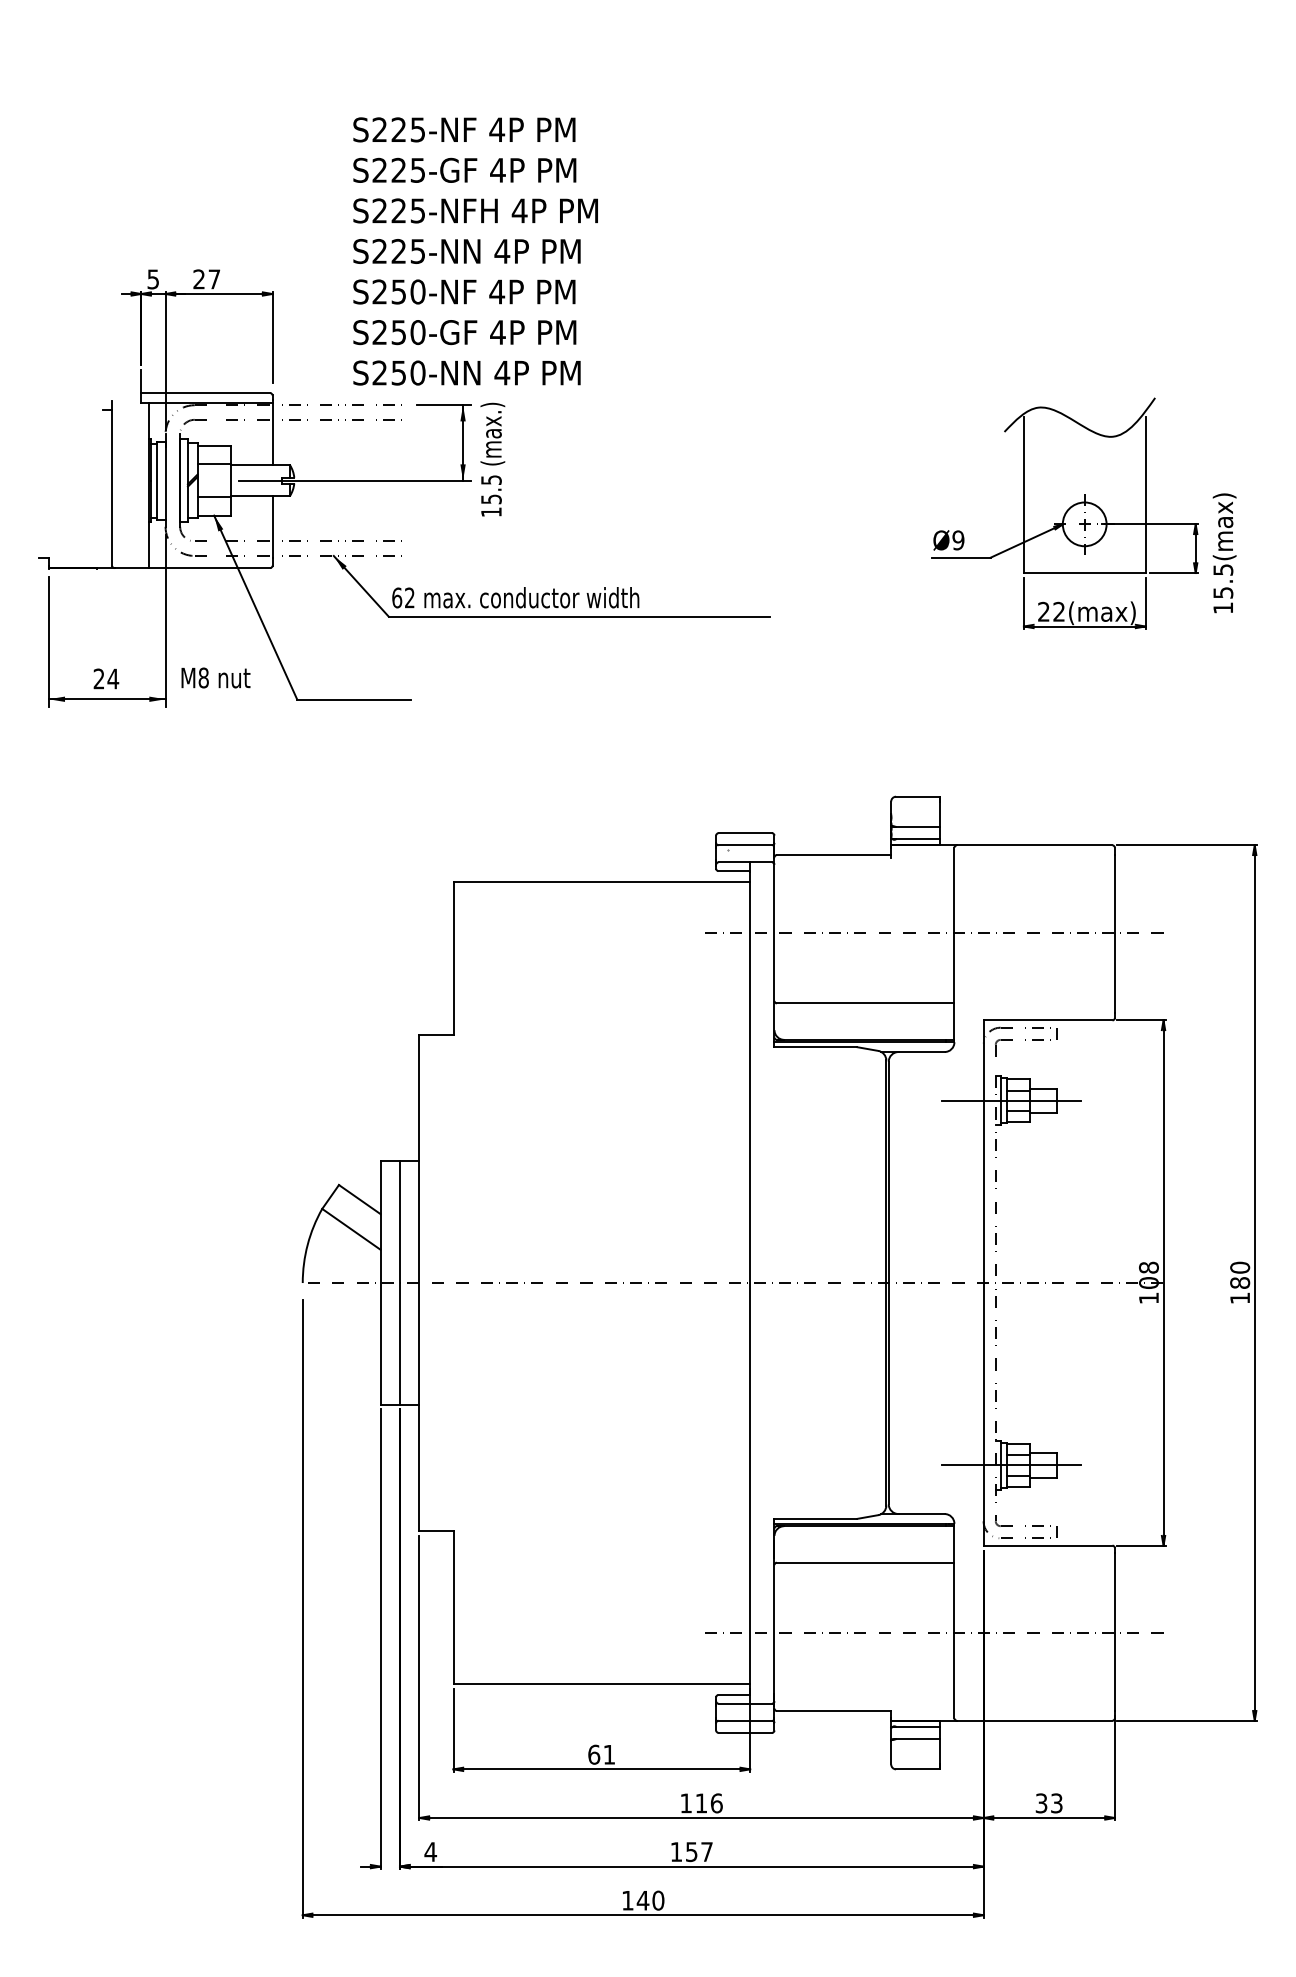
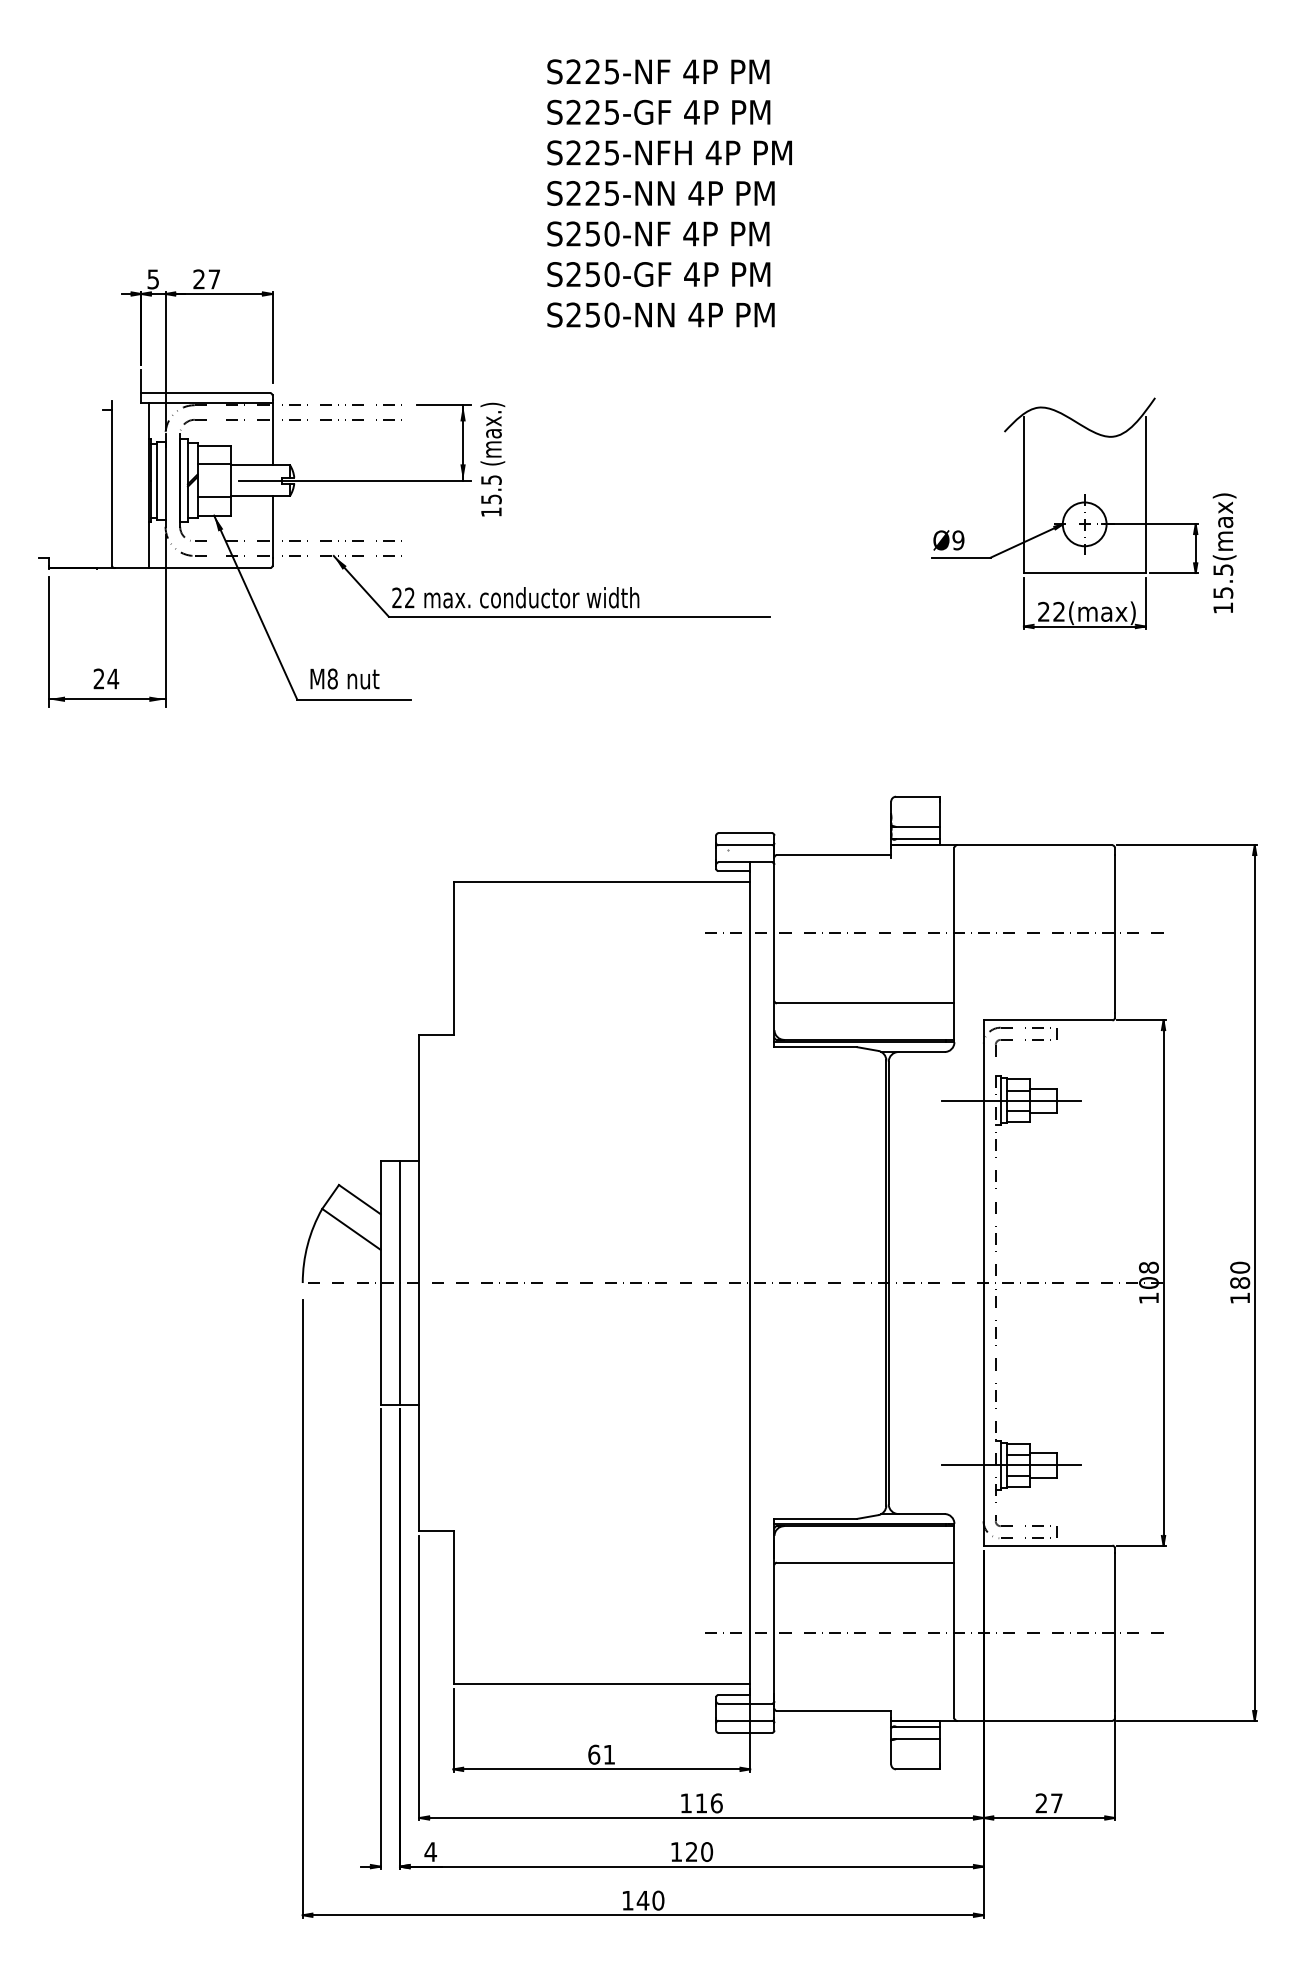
text at (475, 251) position: (475, 251) -> (669, 193)
text at (397, 597): 62 -> 22
text at (215, 677) position: (215, 677) -> (344, 678)
text at (1048, 1803): 33 -> 27
text at (699, 1852): 157 -> 120
